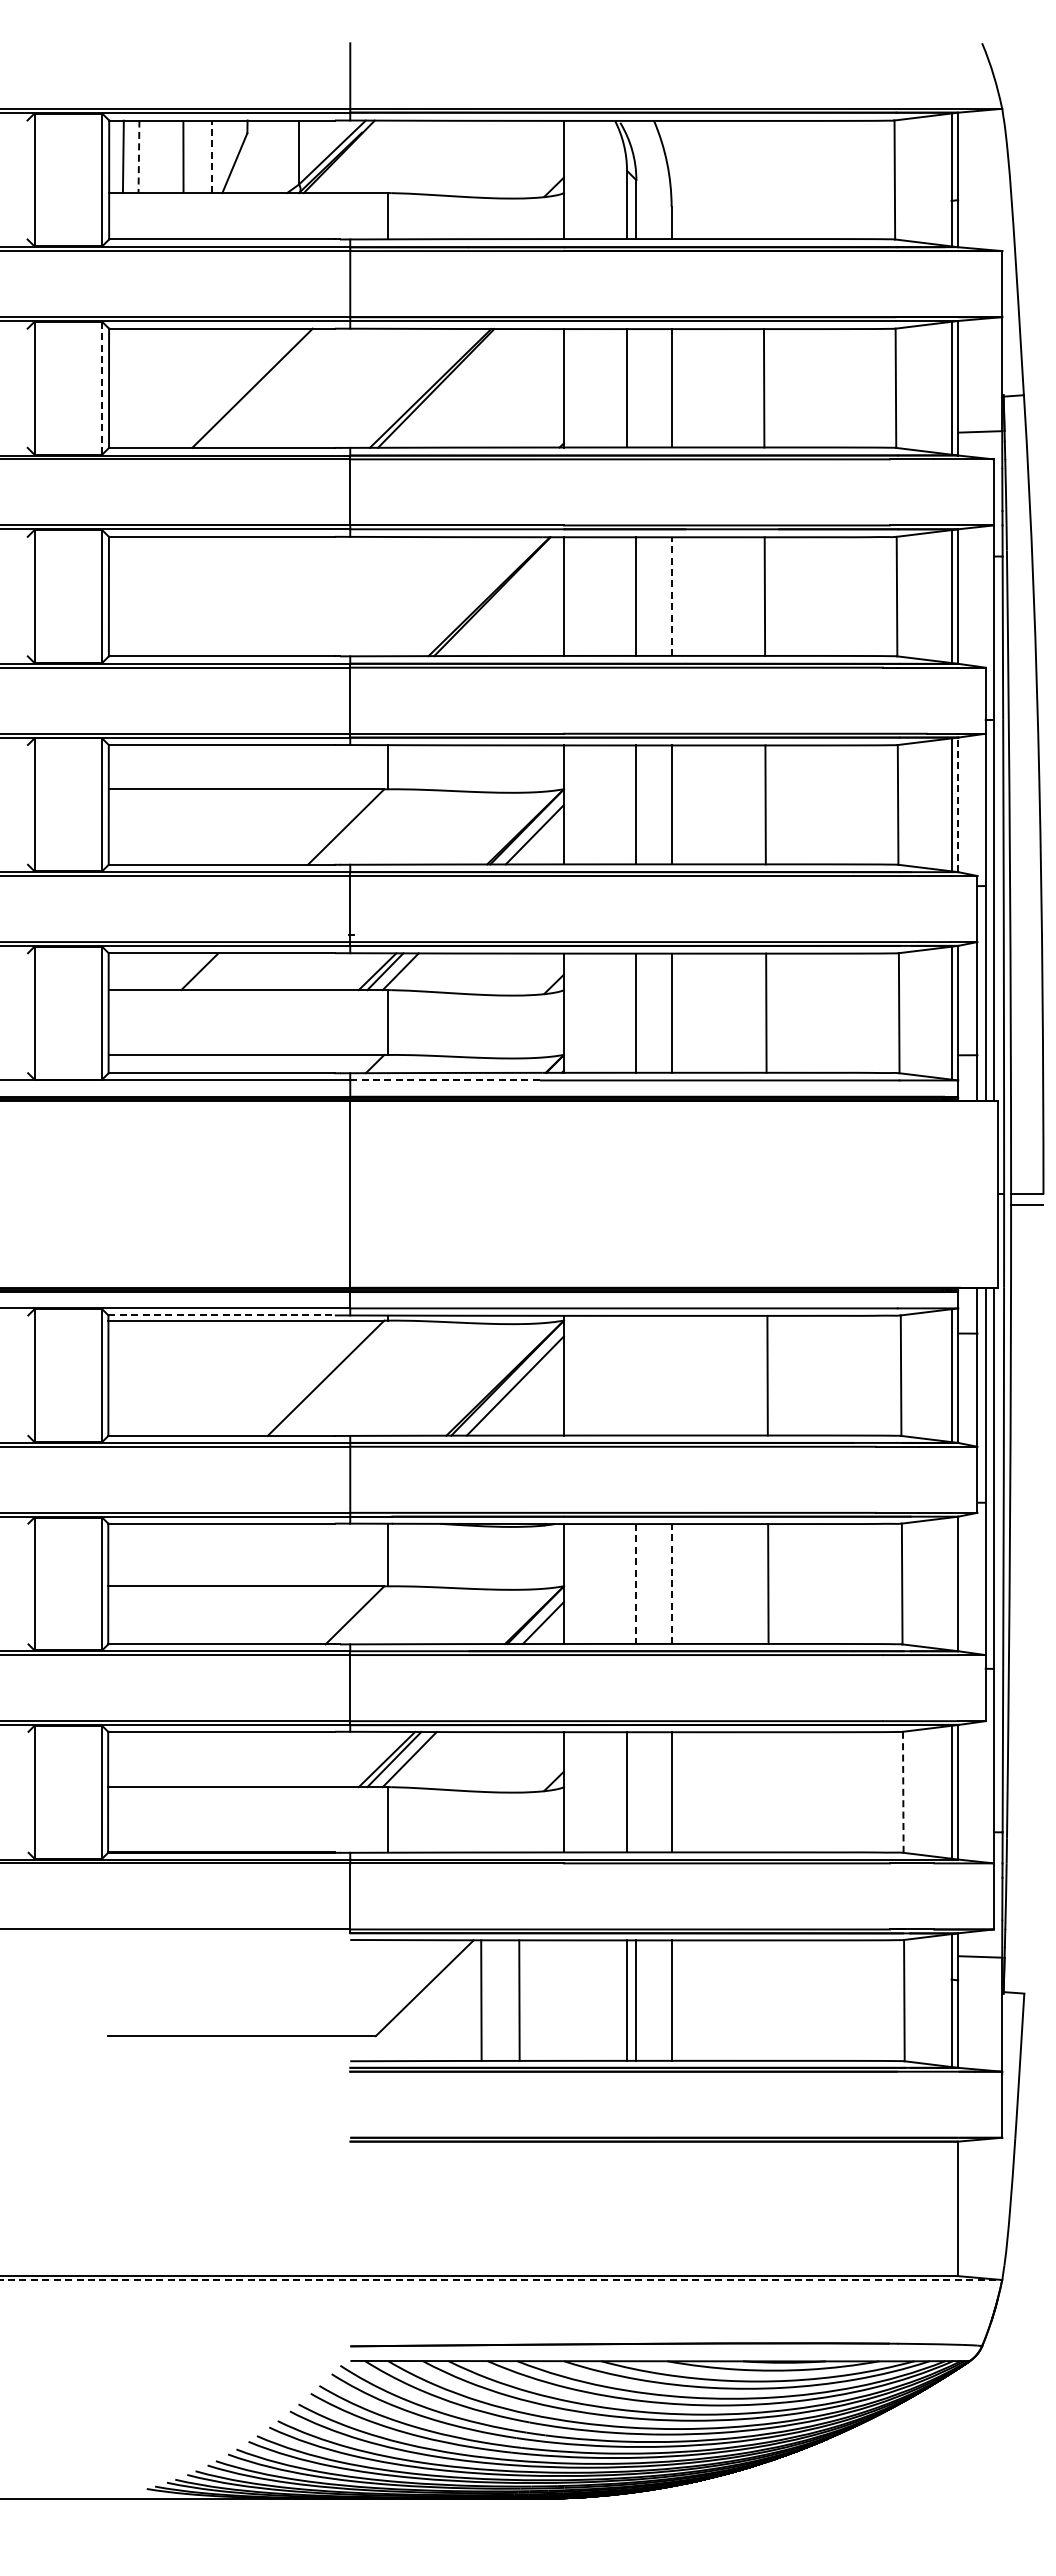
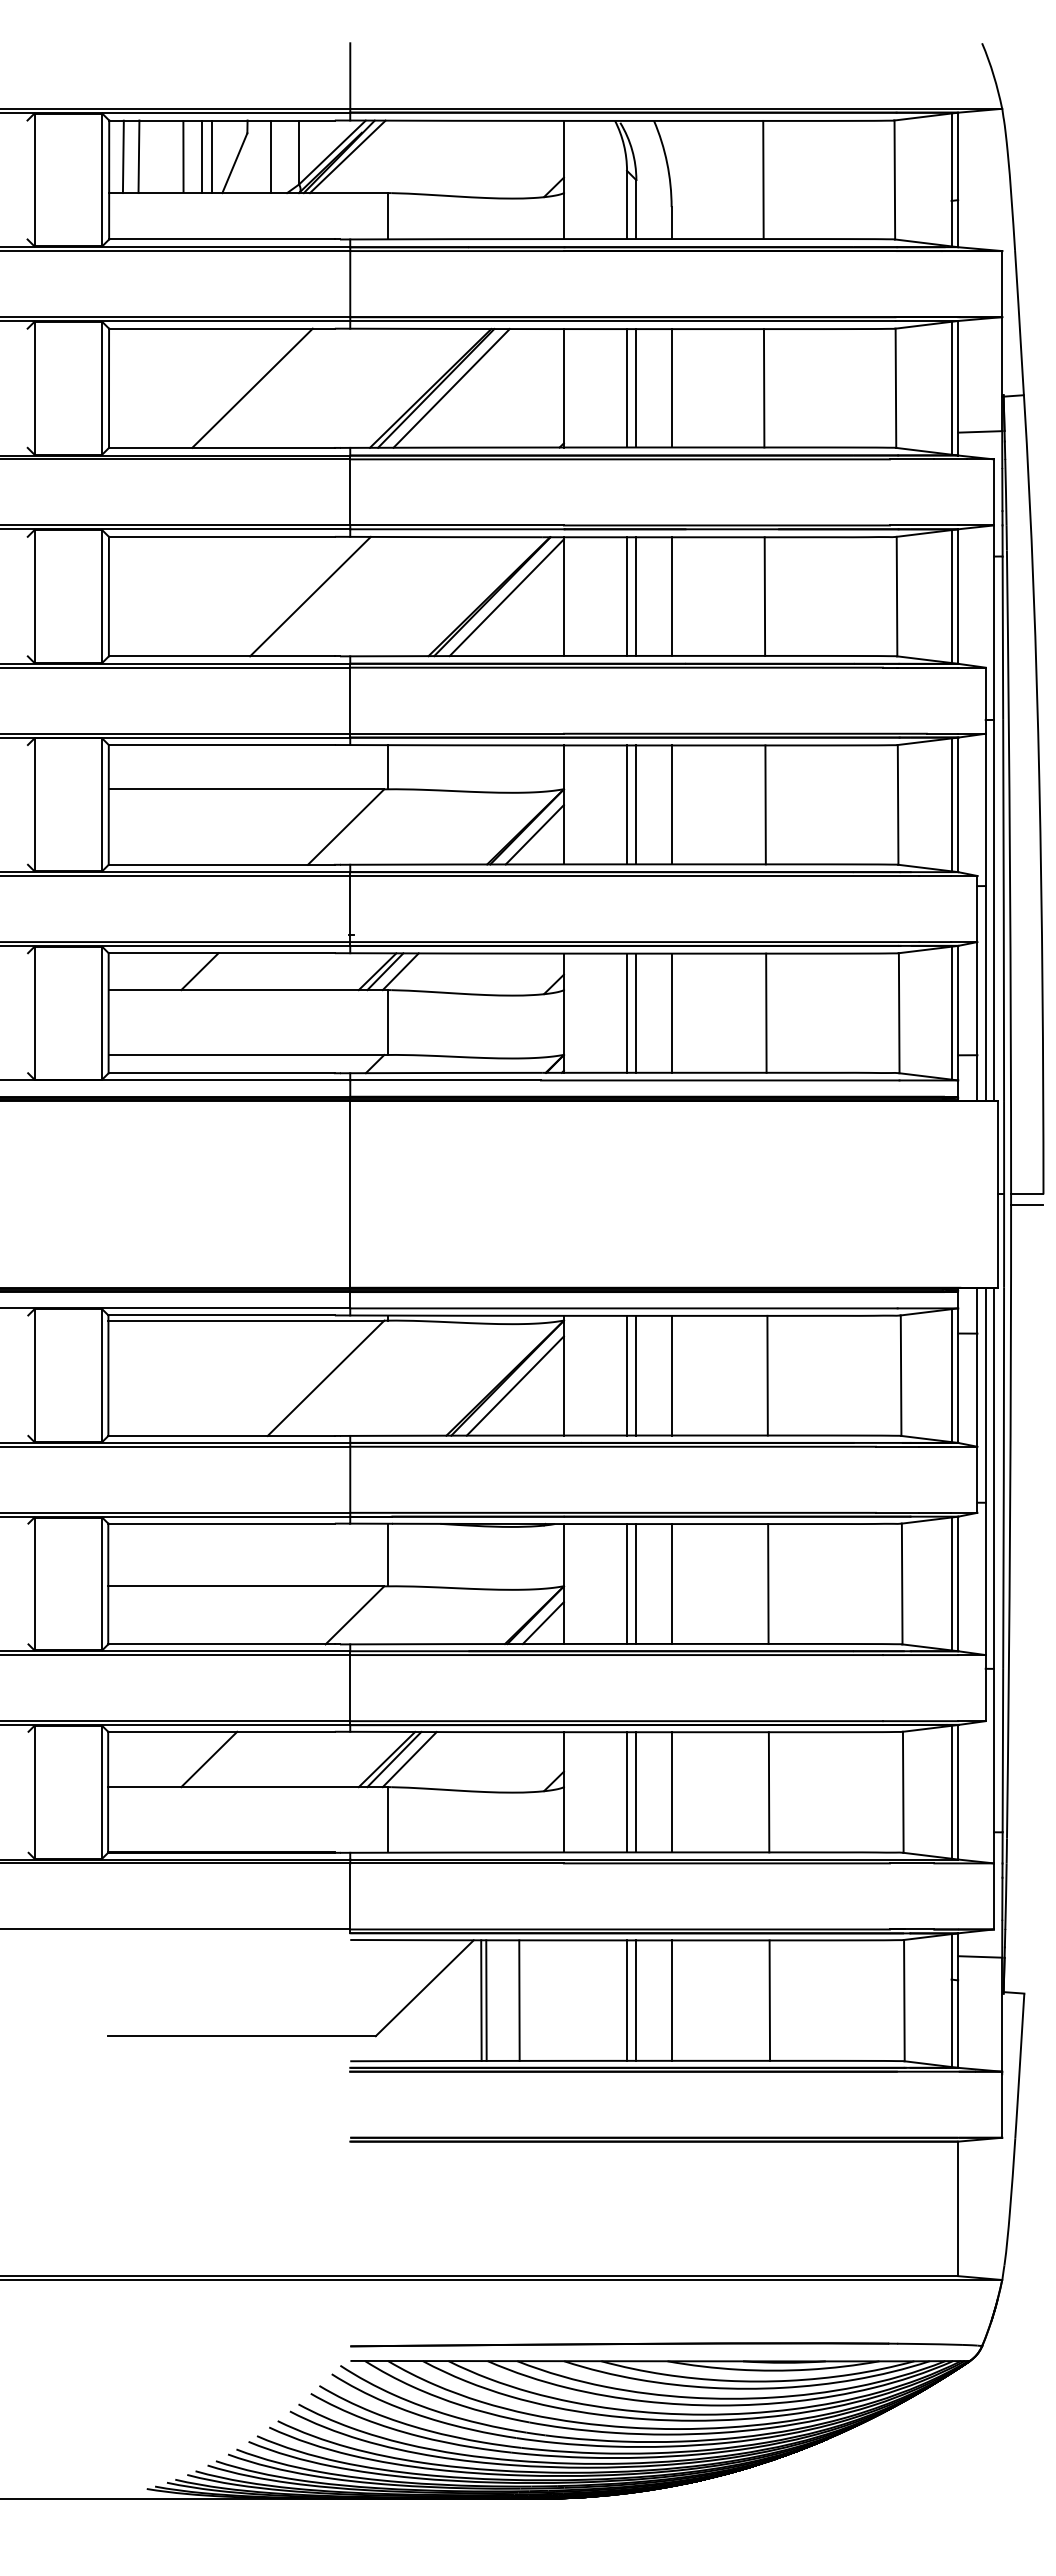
line at (202, 156): none -> present
line at (211, 156): dashed -> solid
line at (270, 156): none -> present
line at (347, 156): none -> present
line at (138, 157): dashed -> solid
line at (763, 179): none -> present
line at (102, 388): dashed -> solid
line at (451, 388): none -> present
line at (636, 388): none -> present
line at (310, 596): none -> present
line at (627, 596): none -> present
line at (671, 596): dashed -> solid
line at (506, 597): none -> present
line at (627, 804): none -> present
line at (958, 804): dashed -> solid
line at (627, 1012): none -> present
line at (446, 1080): dashed -> solid
line at (222, 1315): dashed -> solid
line at (627, 1375): none -> present
line at (636, 1375): none -> present
line at (671, 1375): none -> present
line at (627, 1583): none -> present
line at (951, 1583): none -> present
line at (636, 1584): dashed -> solid
line at (671, 1584): dashed -> solid
line at (209, 1759): none -> present
line at (636, 1792): none -> present
line at (768, 1792): none -> present
line at (903, 1792): dashed -> solid
line at (486, 2000): none -> present
line at (769, 2000): none -> present
line at (502, 2280): dashed -> solid
